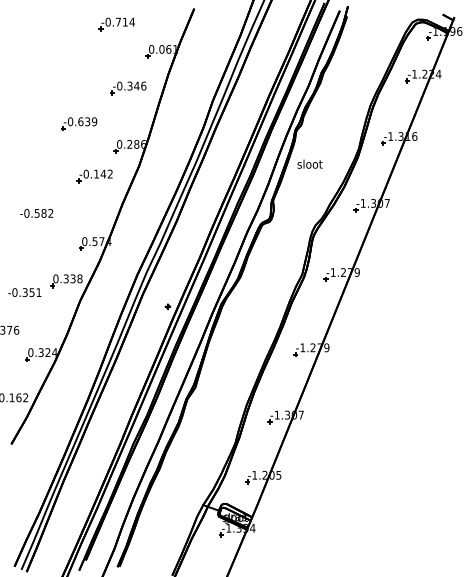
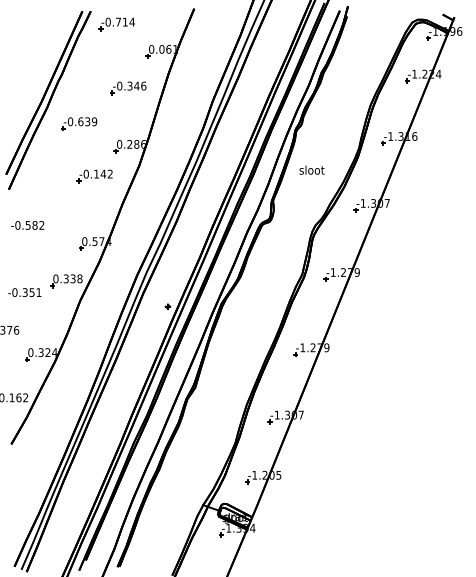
part at (48, 100): none -> present
text at (309, 163) position: (309, 163) -> (311, 169)
text at (36, 213) position: (36, 213) -> (27, 225)
